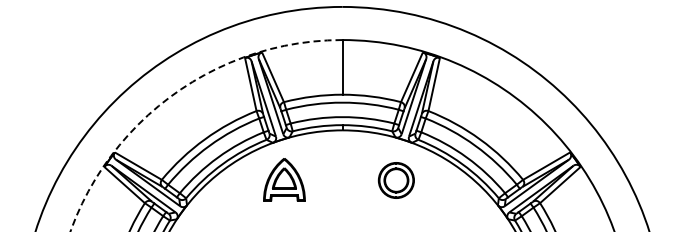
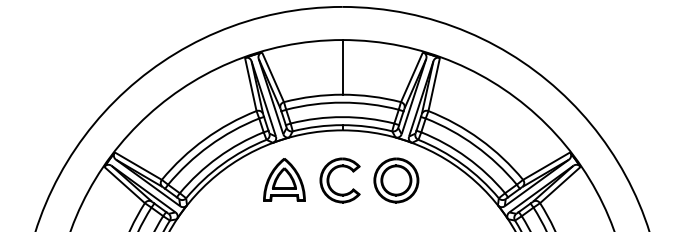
arc at (176, 92): dashed -> solid
part at (329, 180): none -> present
part at (395, 180) size: 38x37 px -> 47x47 px
